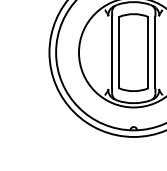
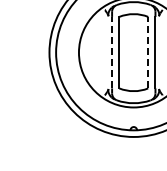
line at (112, 52): solid -> dashed
line at (148, 52): solid -> dashed
